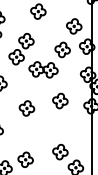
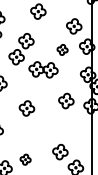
part at (62, 49) size: 17x18 px -> 13x12 px
part at (60, 100) position: (60, 100) -> (66, 100)
part at (25, 159) size: 17x17 px -> 13x13 px
